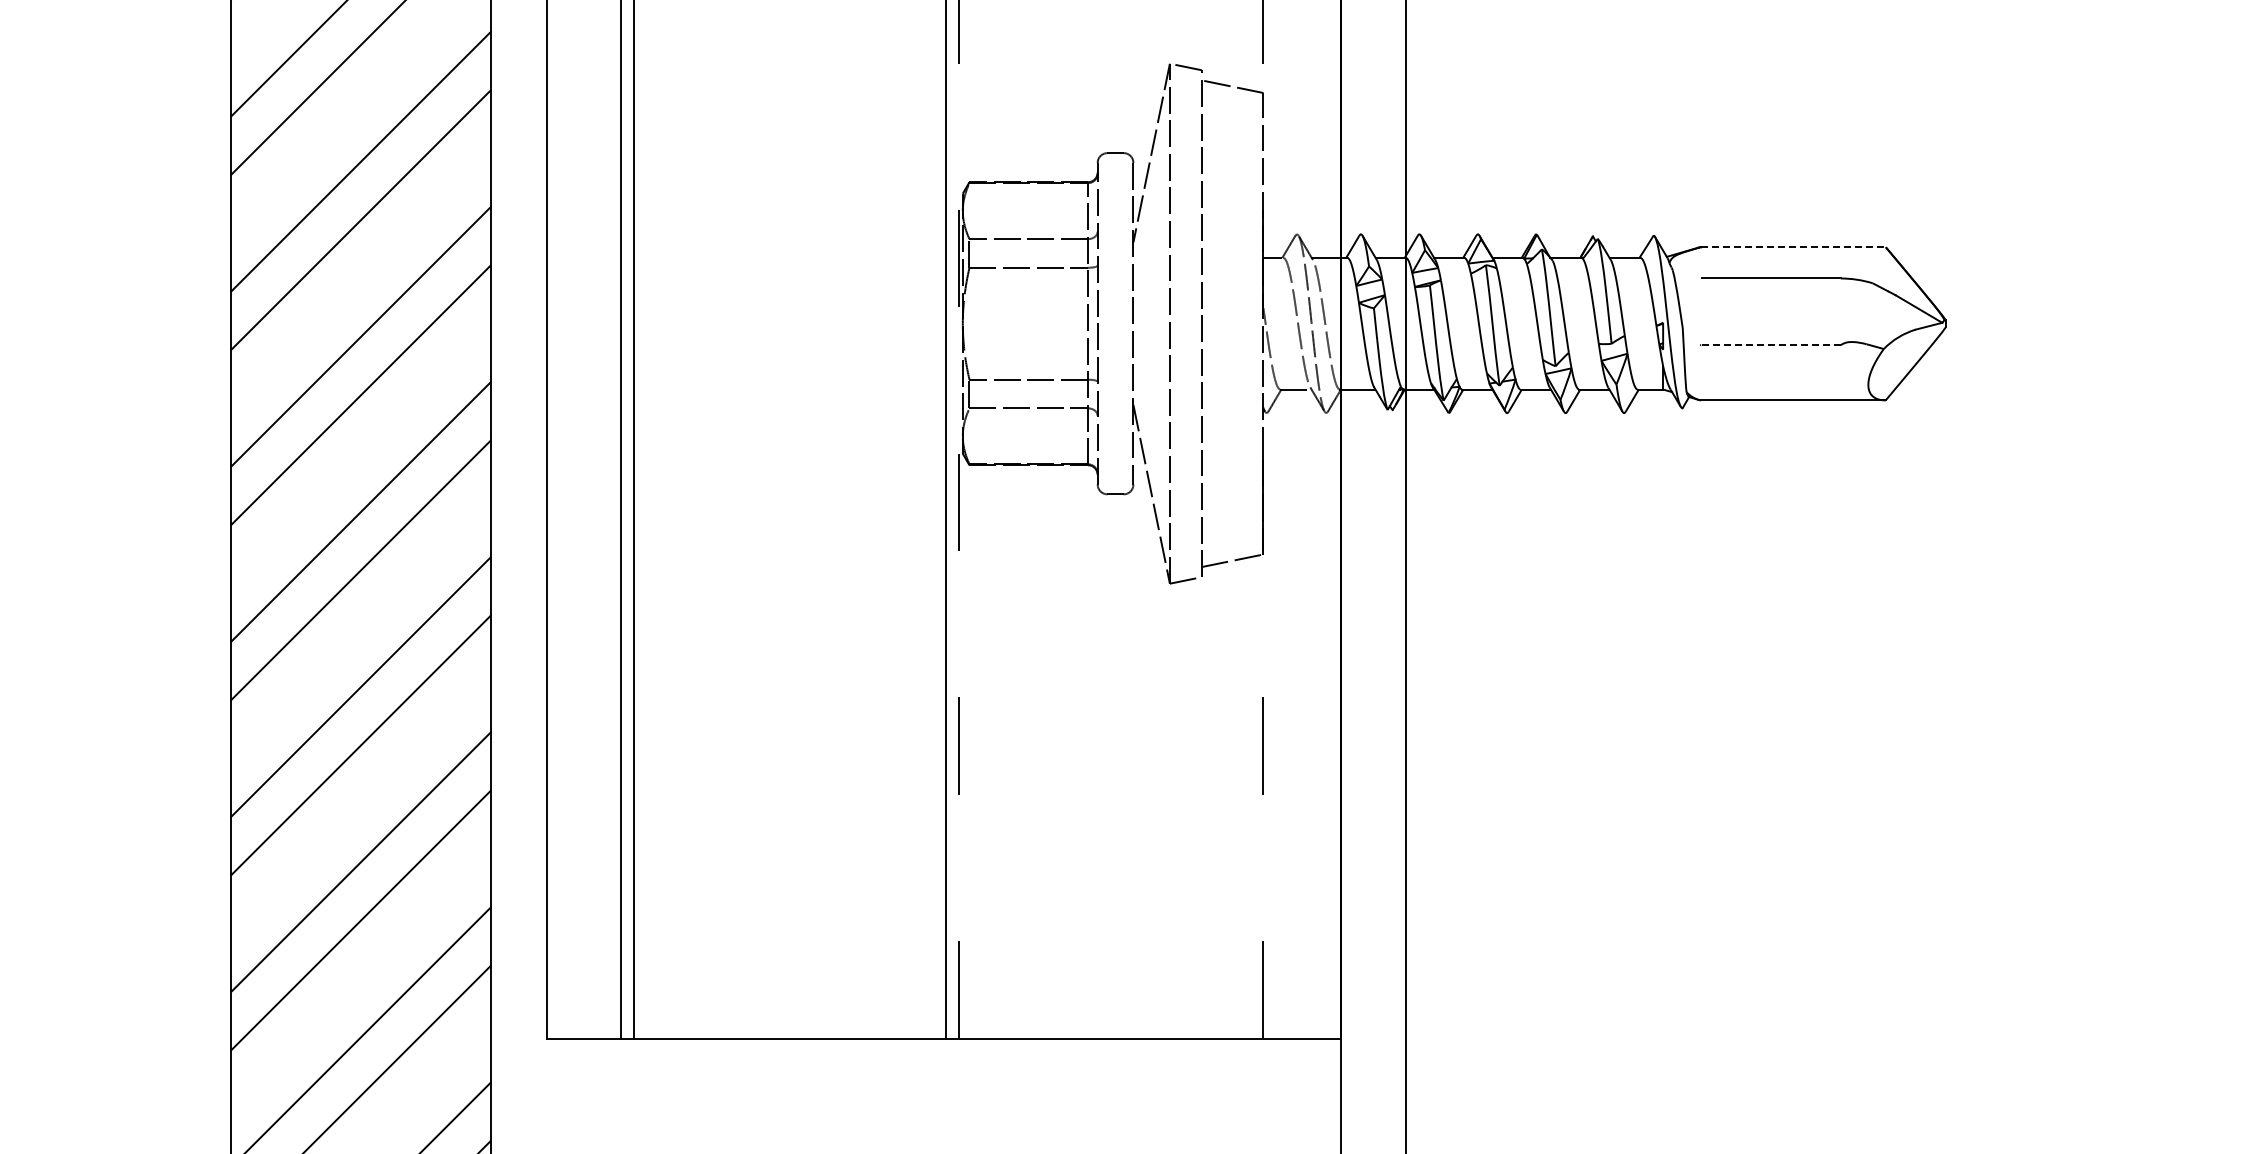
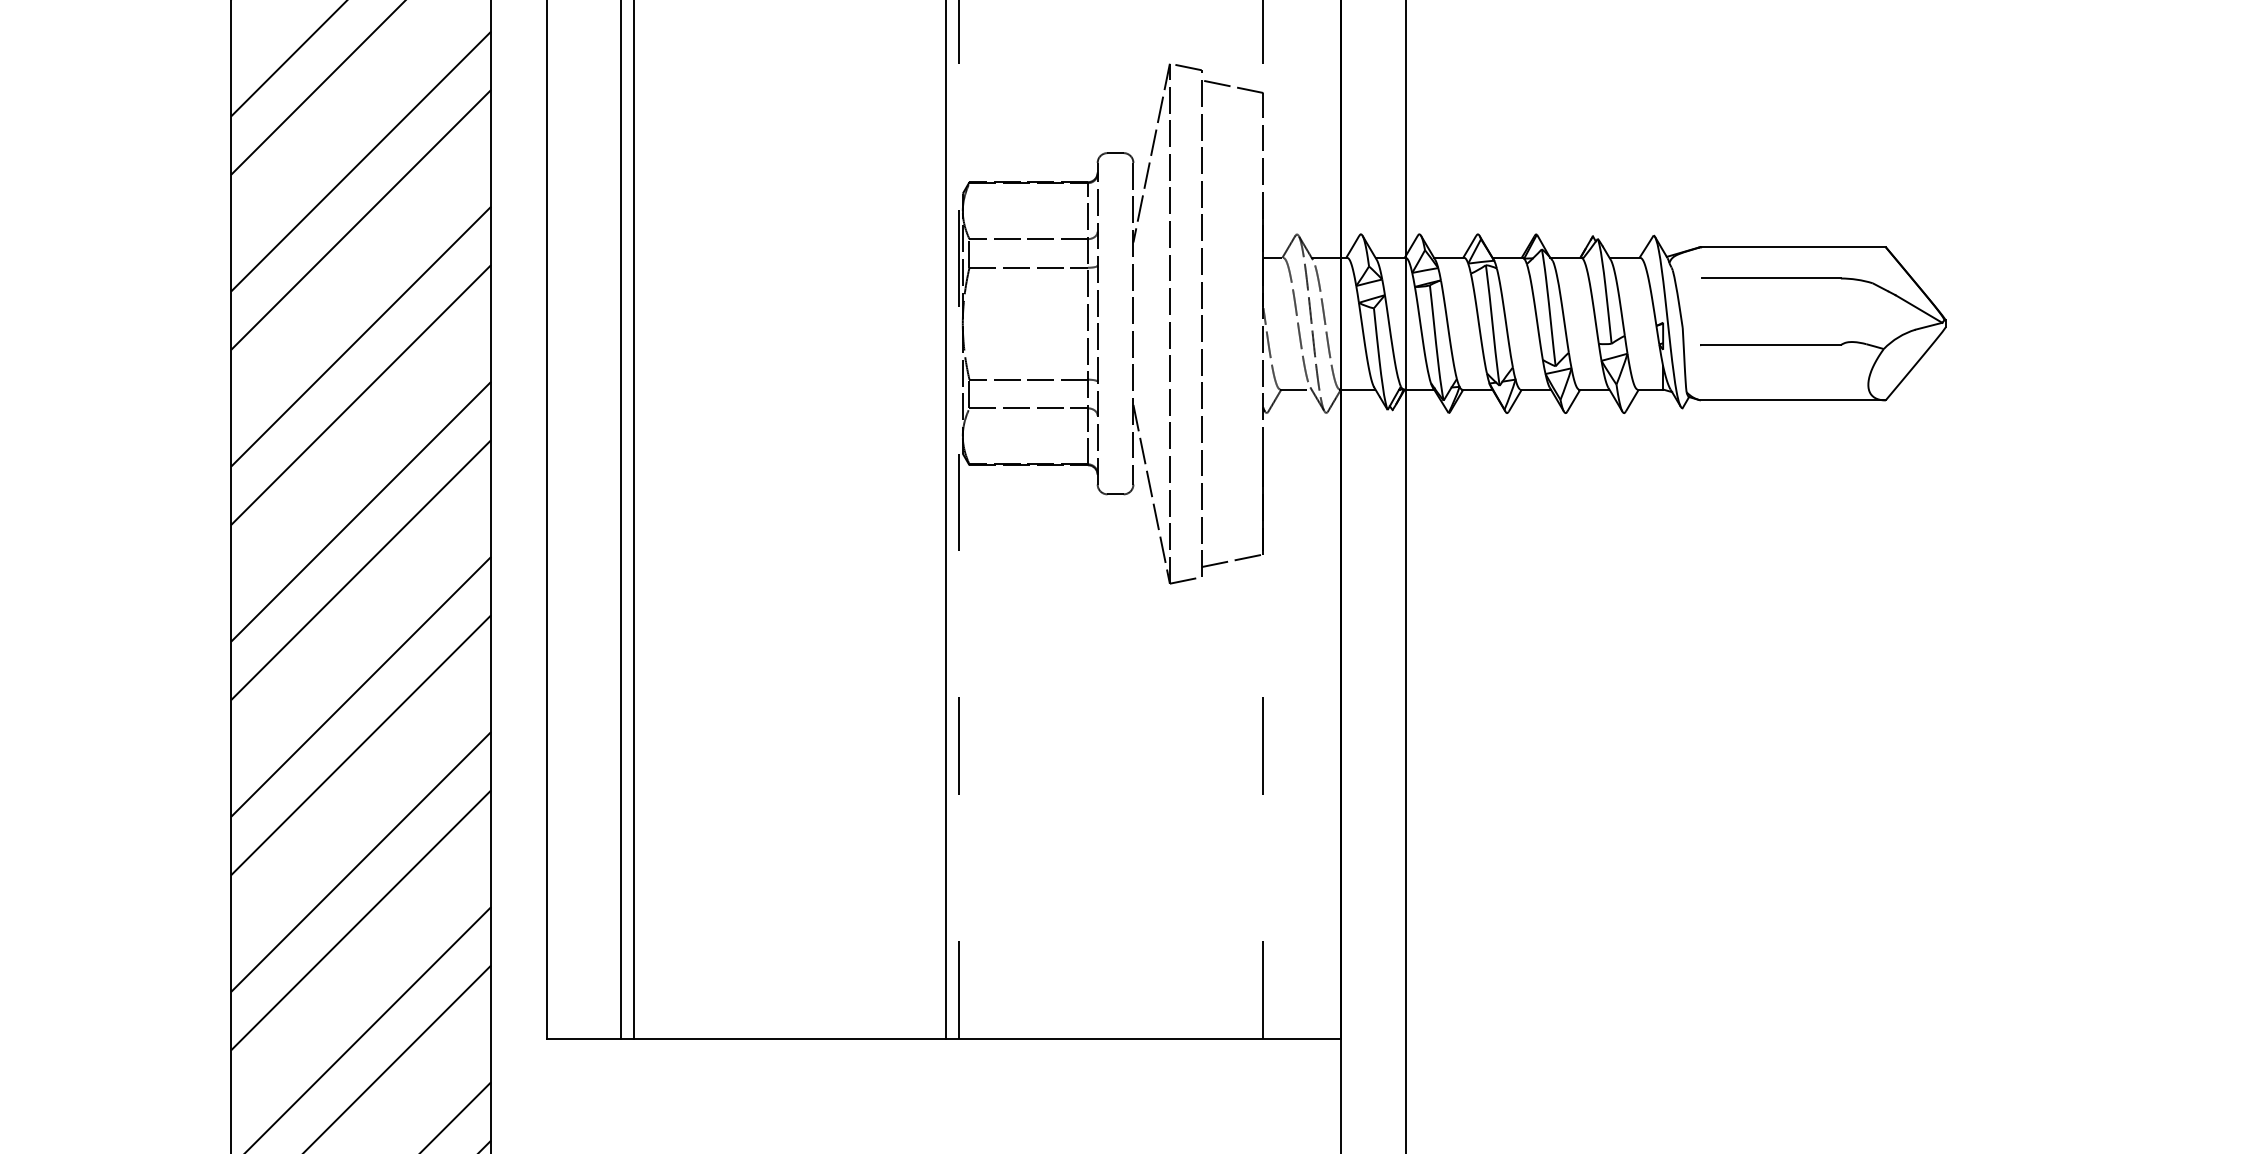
line at (1793, 247): dashed -> solid
line at (1771, 345): dashed -> solid
